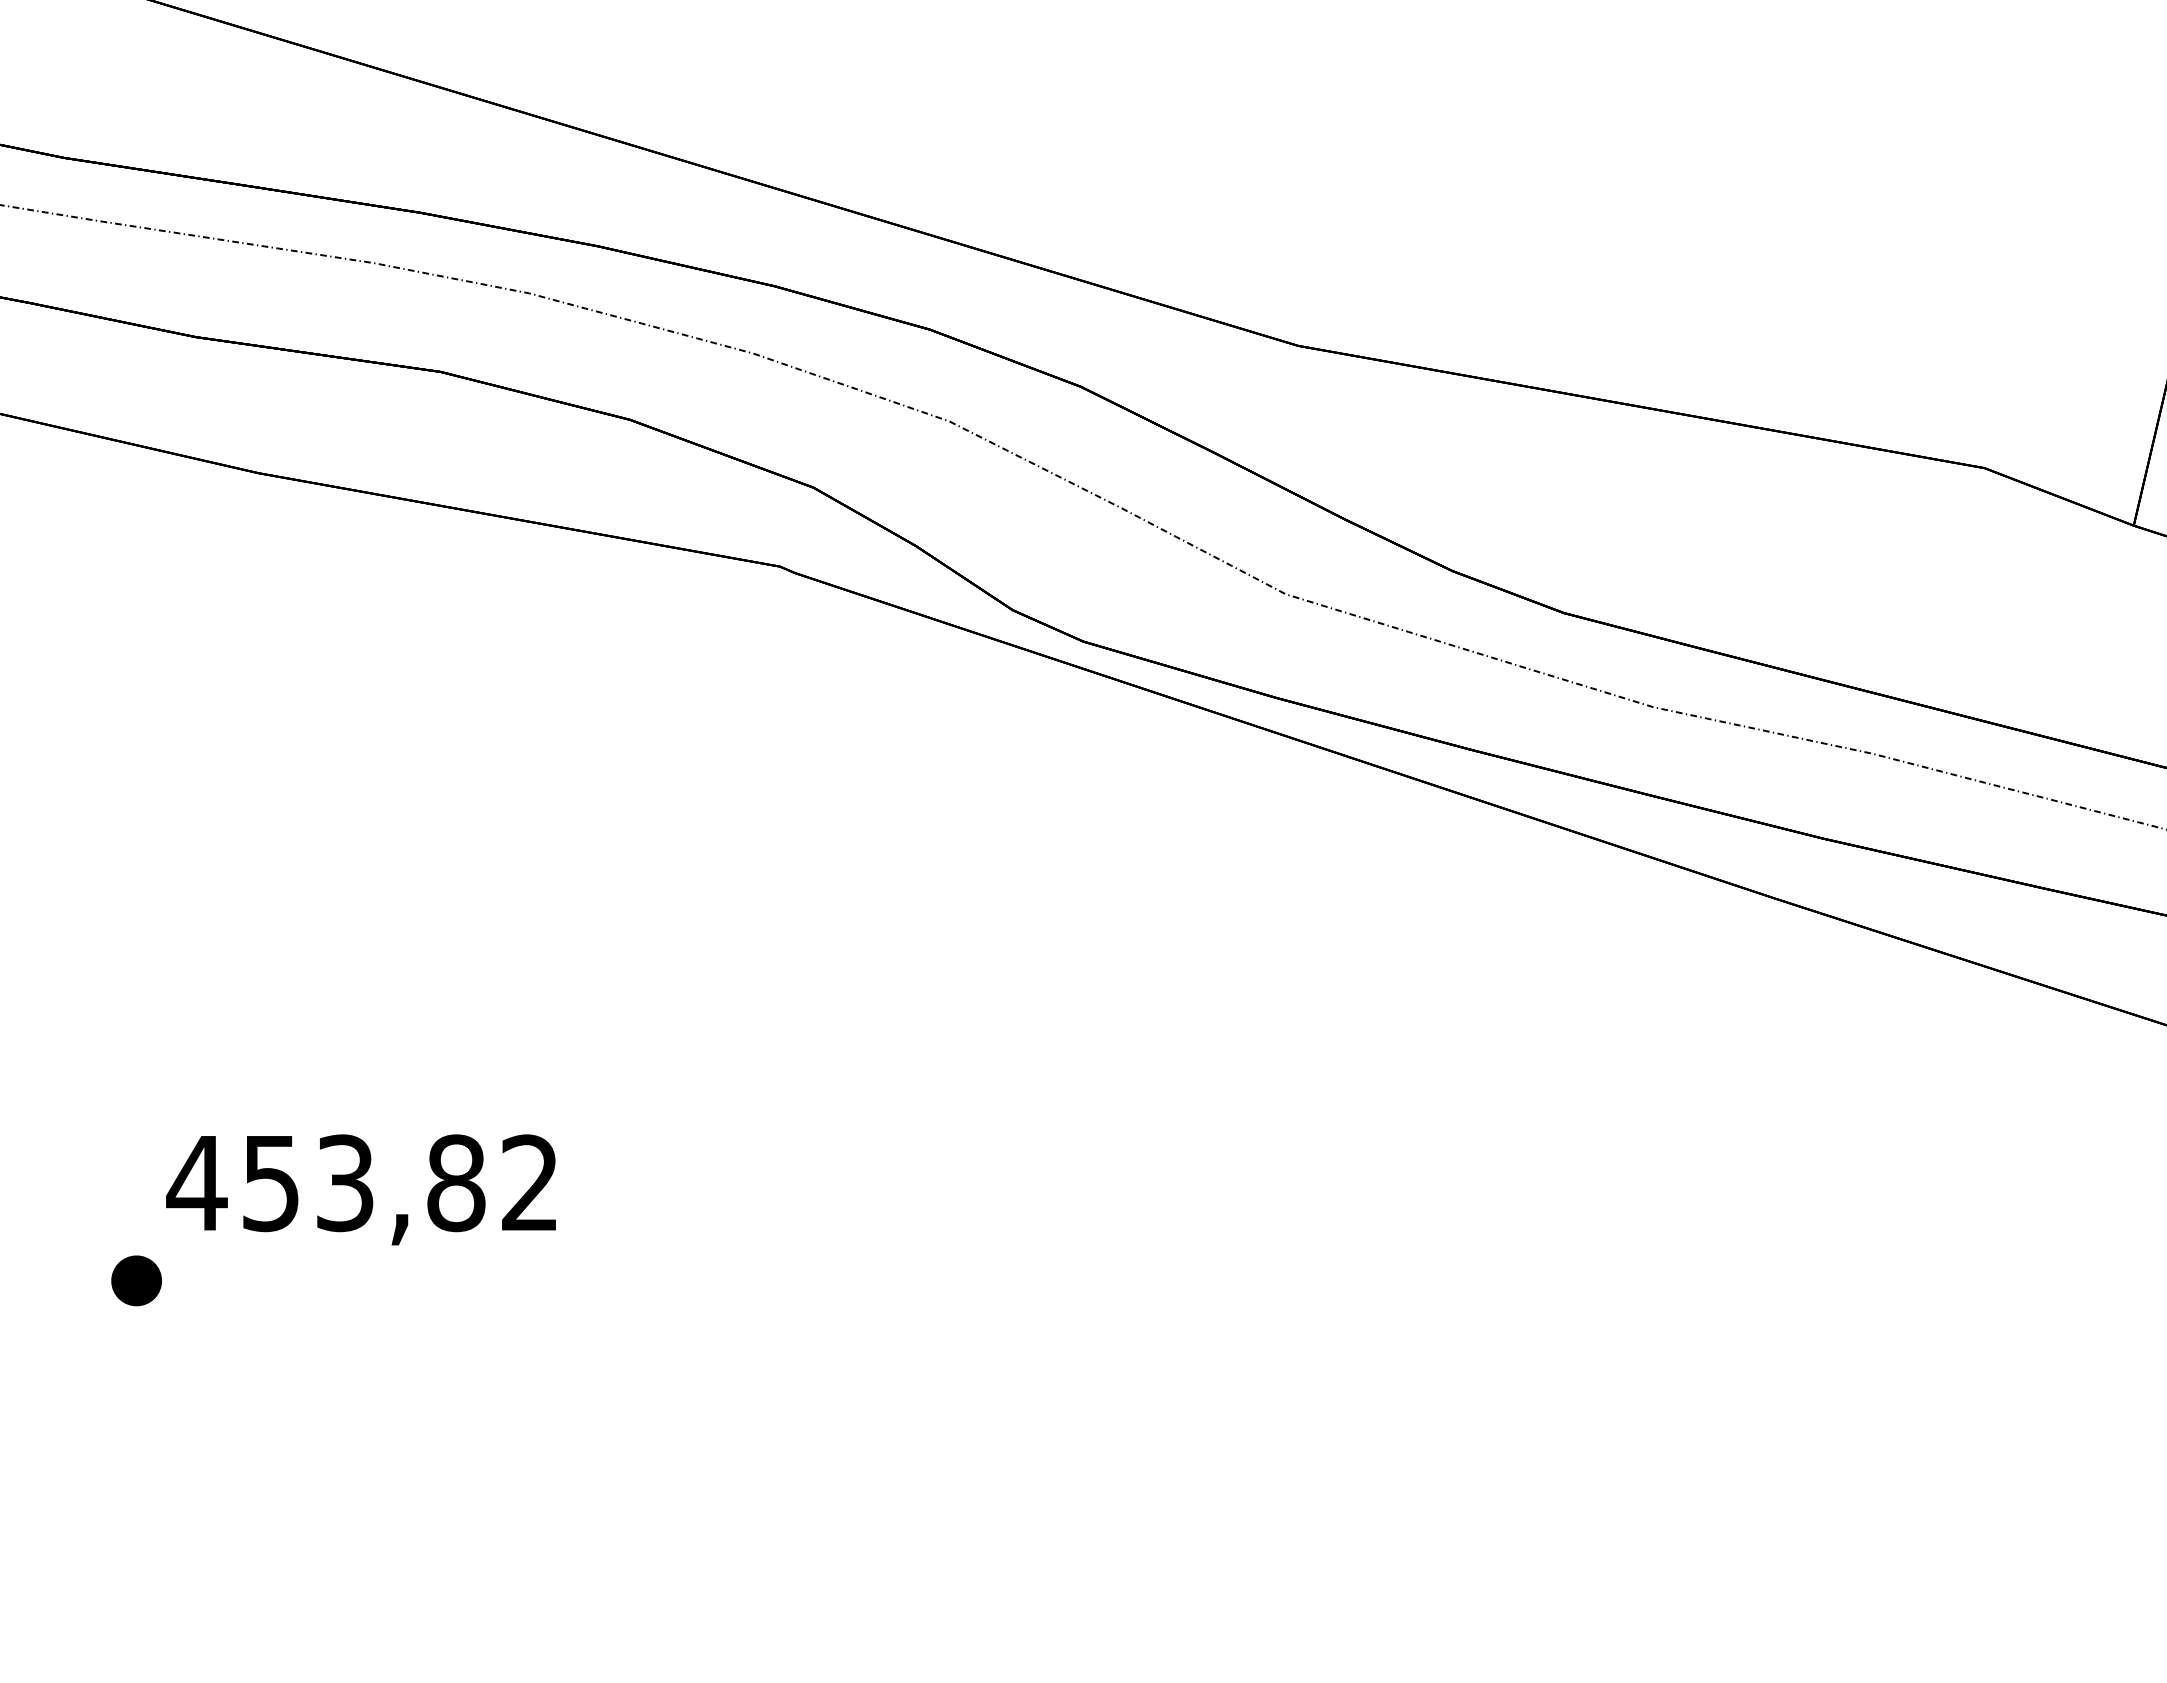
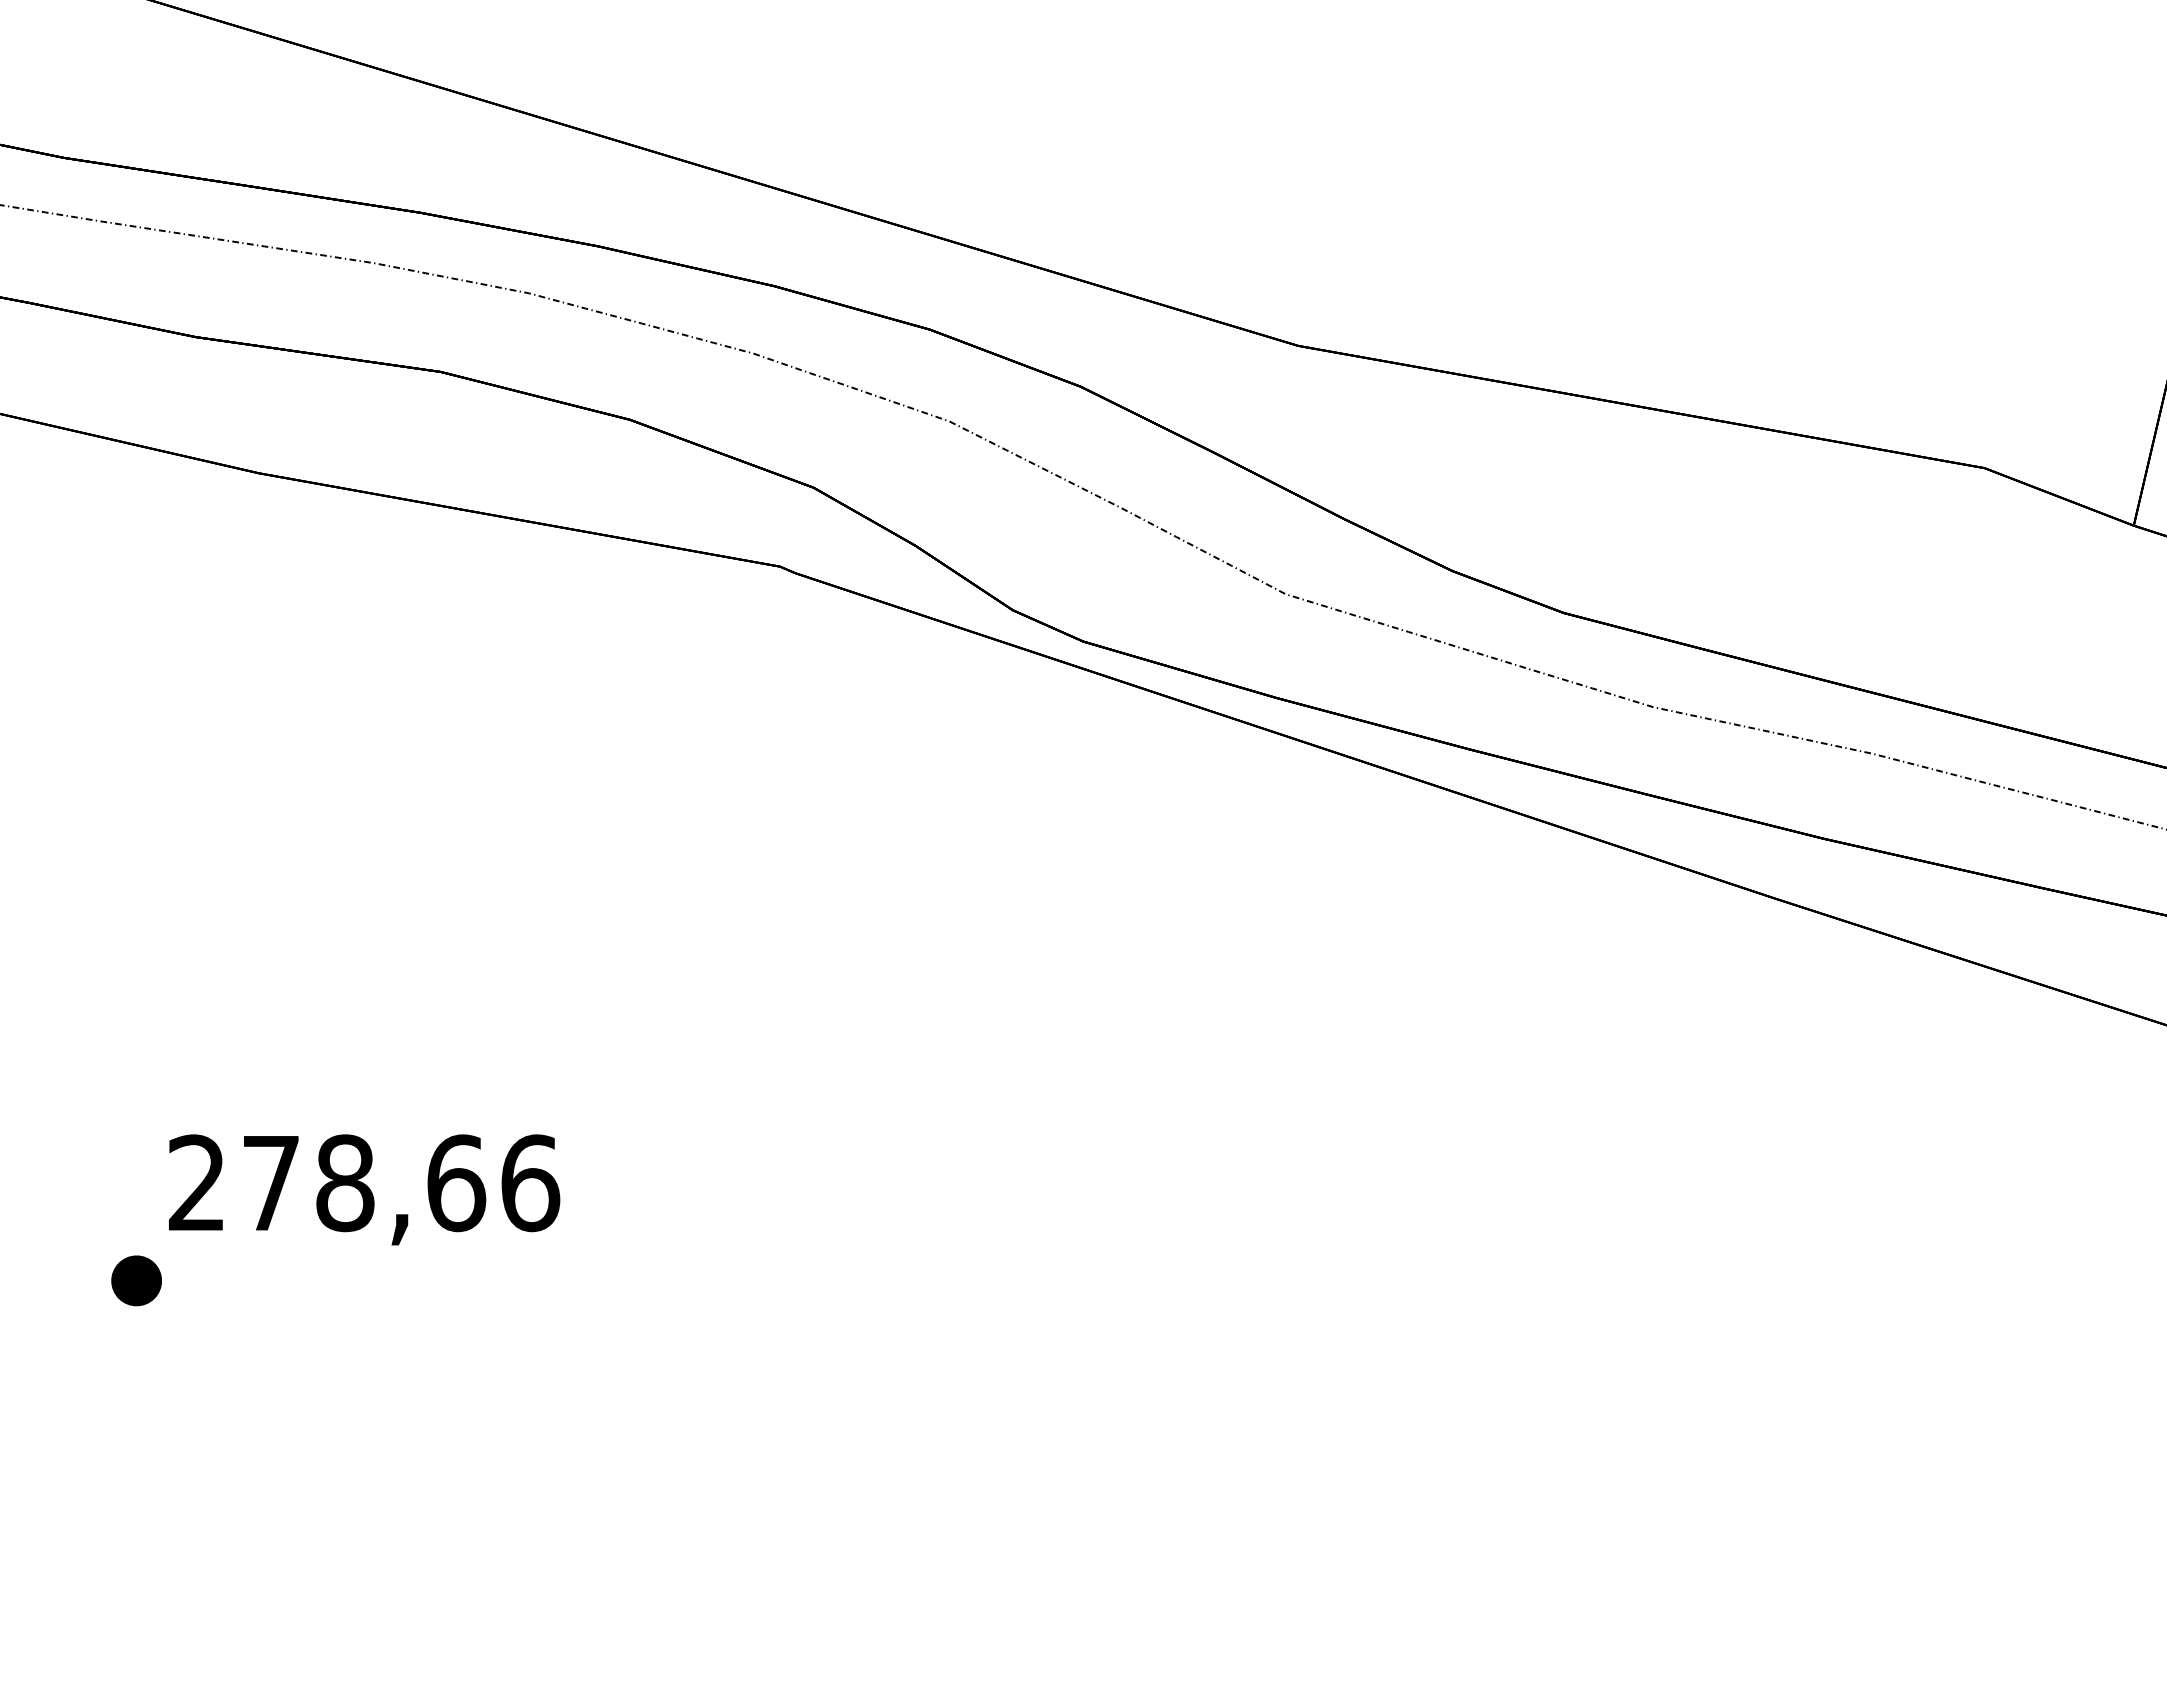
text at (363, 1183): 453,82 -> 278,66
